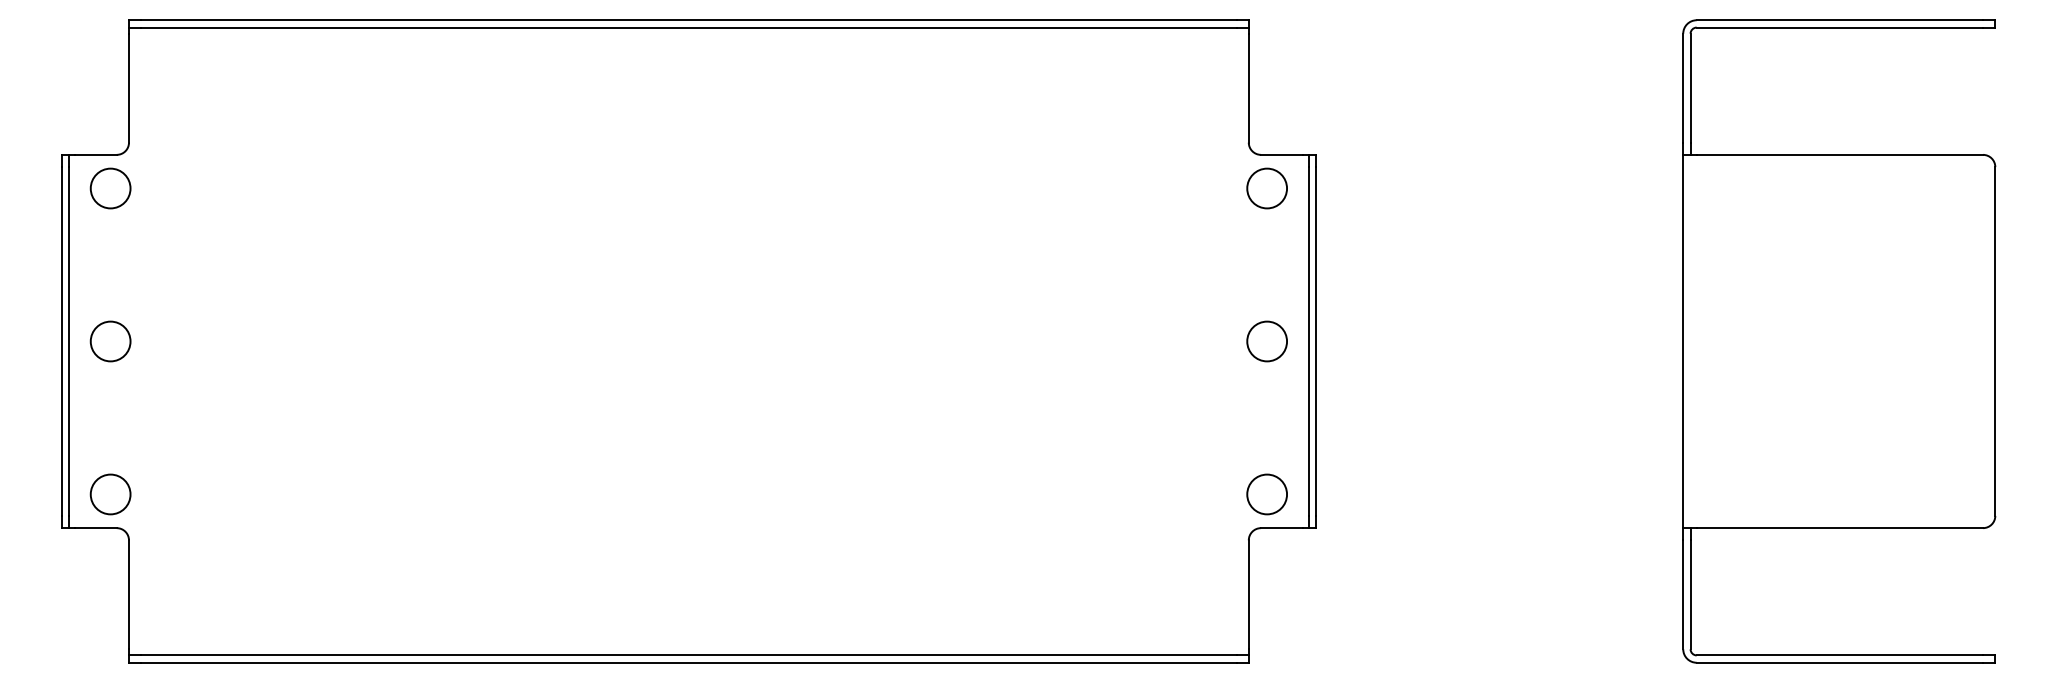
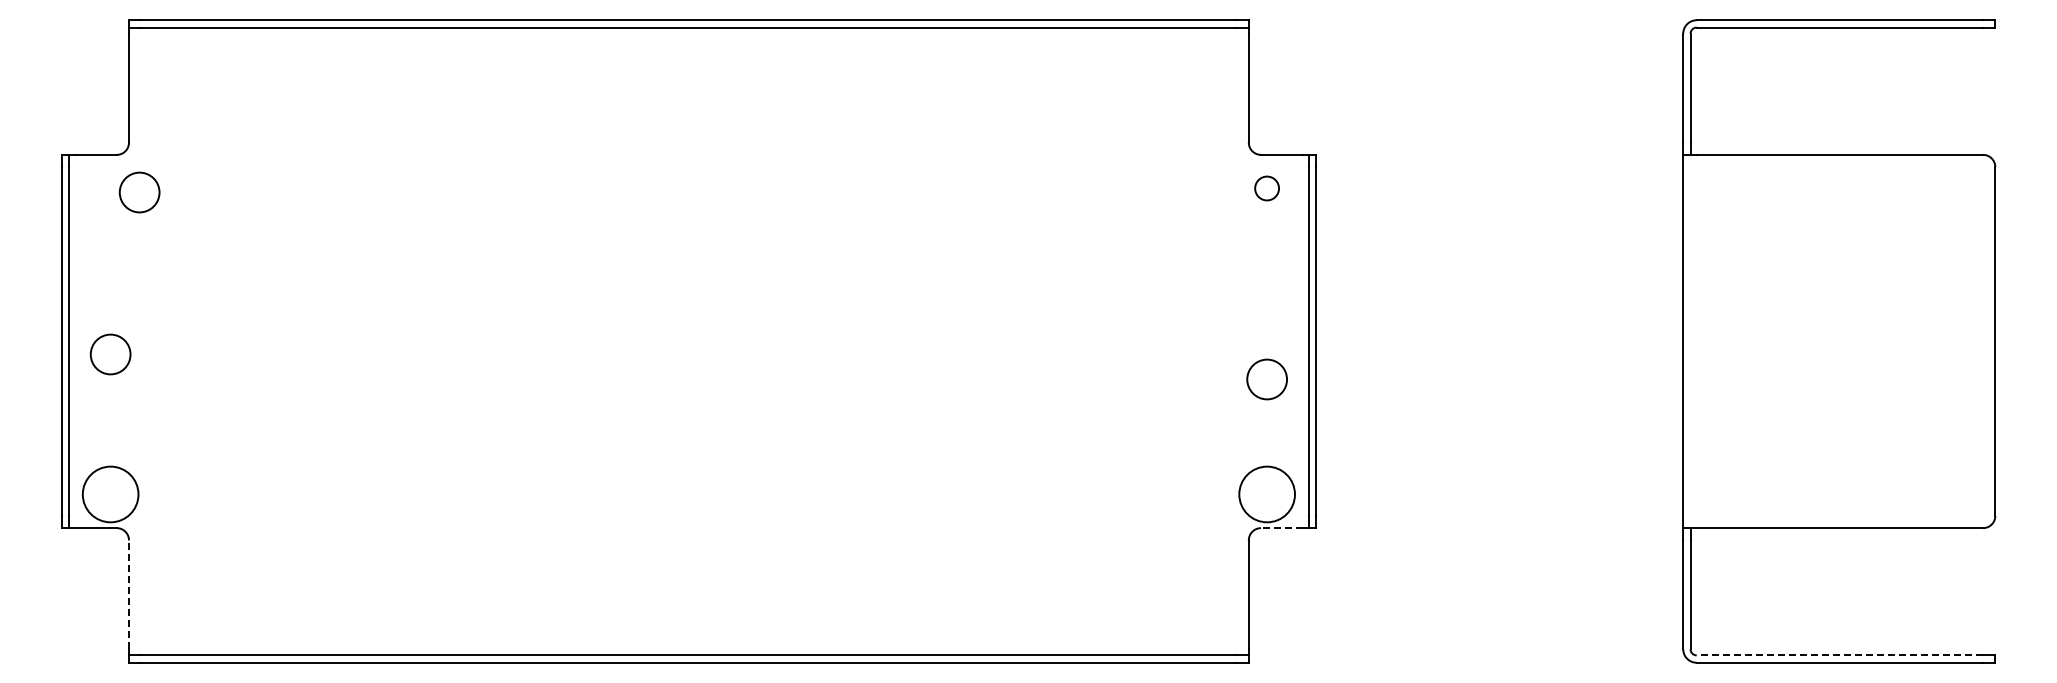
circle at (110, 188) position: (110, 188) -> (139, 192)
circle at (1266, 188) size: 42x43 px -> 26x27 px
circle at (110, 341) position: (110, 341) -> (110, 354)
circle at (1266, 341) position: (1266, 341) -> (1266, 379)
circle at (110, 494) diameter: 40 px -> 56 px
circle at (1267, 494) diameter: 40 px -> 56 px
line at (1281, 528): solid -> dashed
line at (129, 594): solid -> dashed
line at (1839, 655): solid -> dashed
